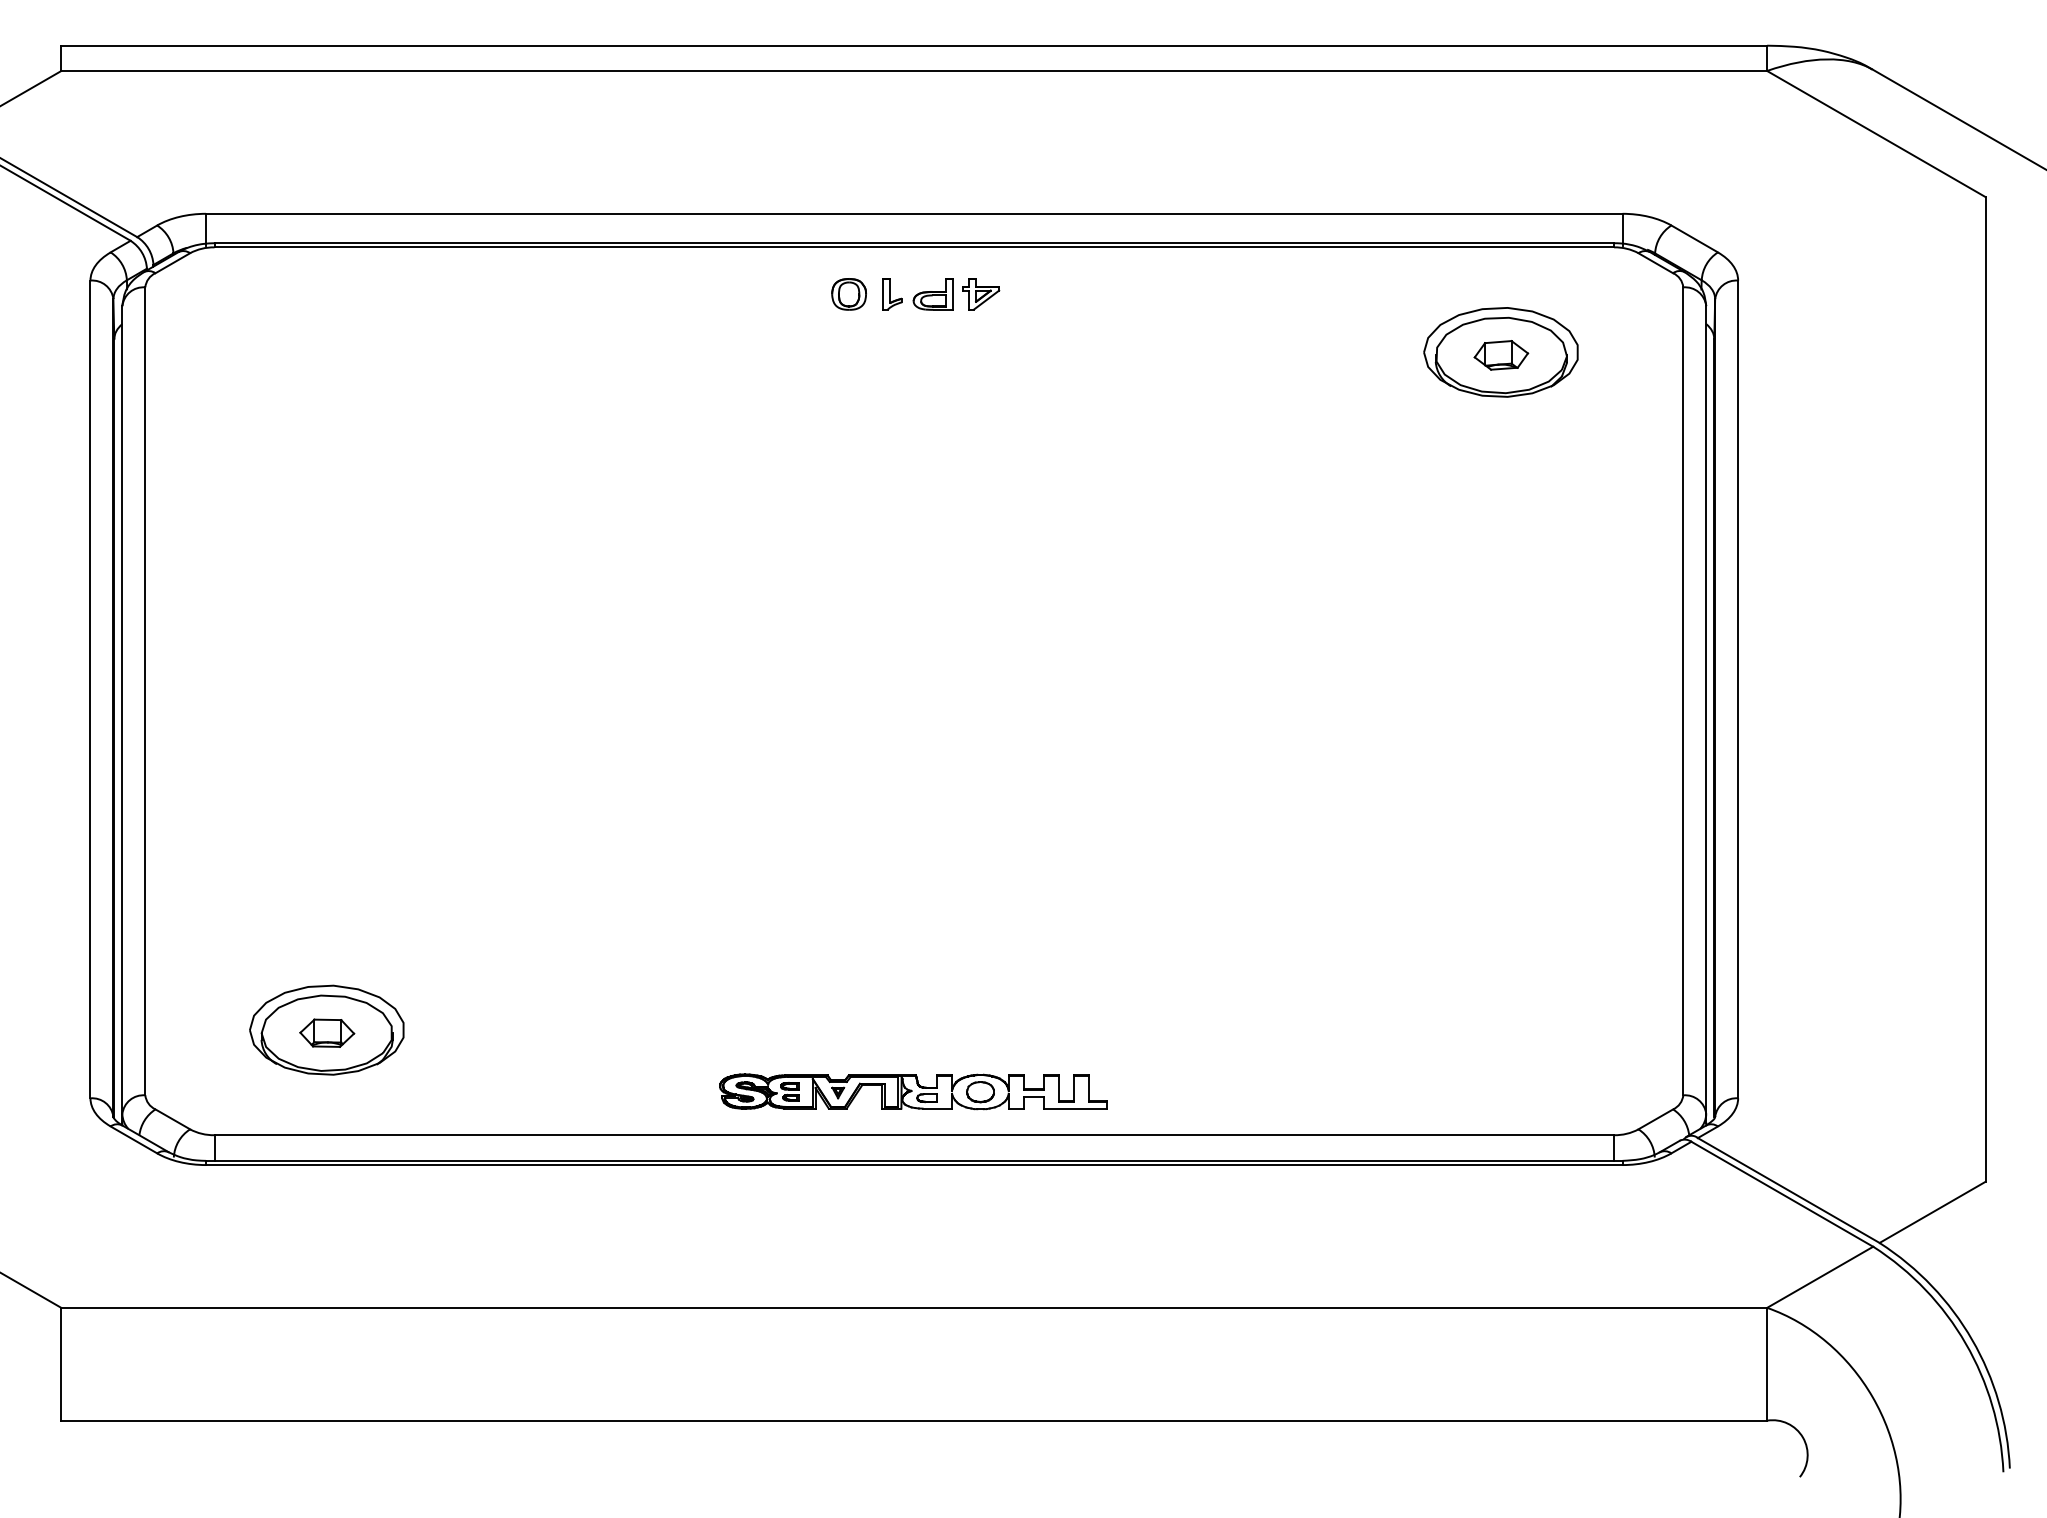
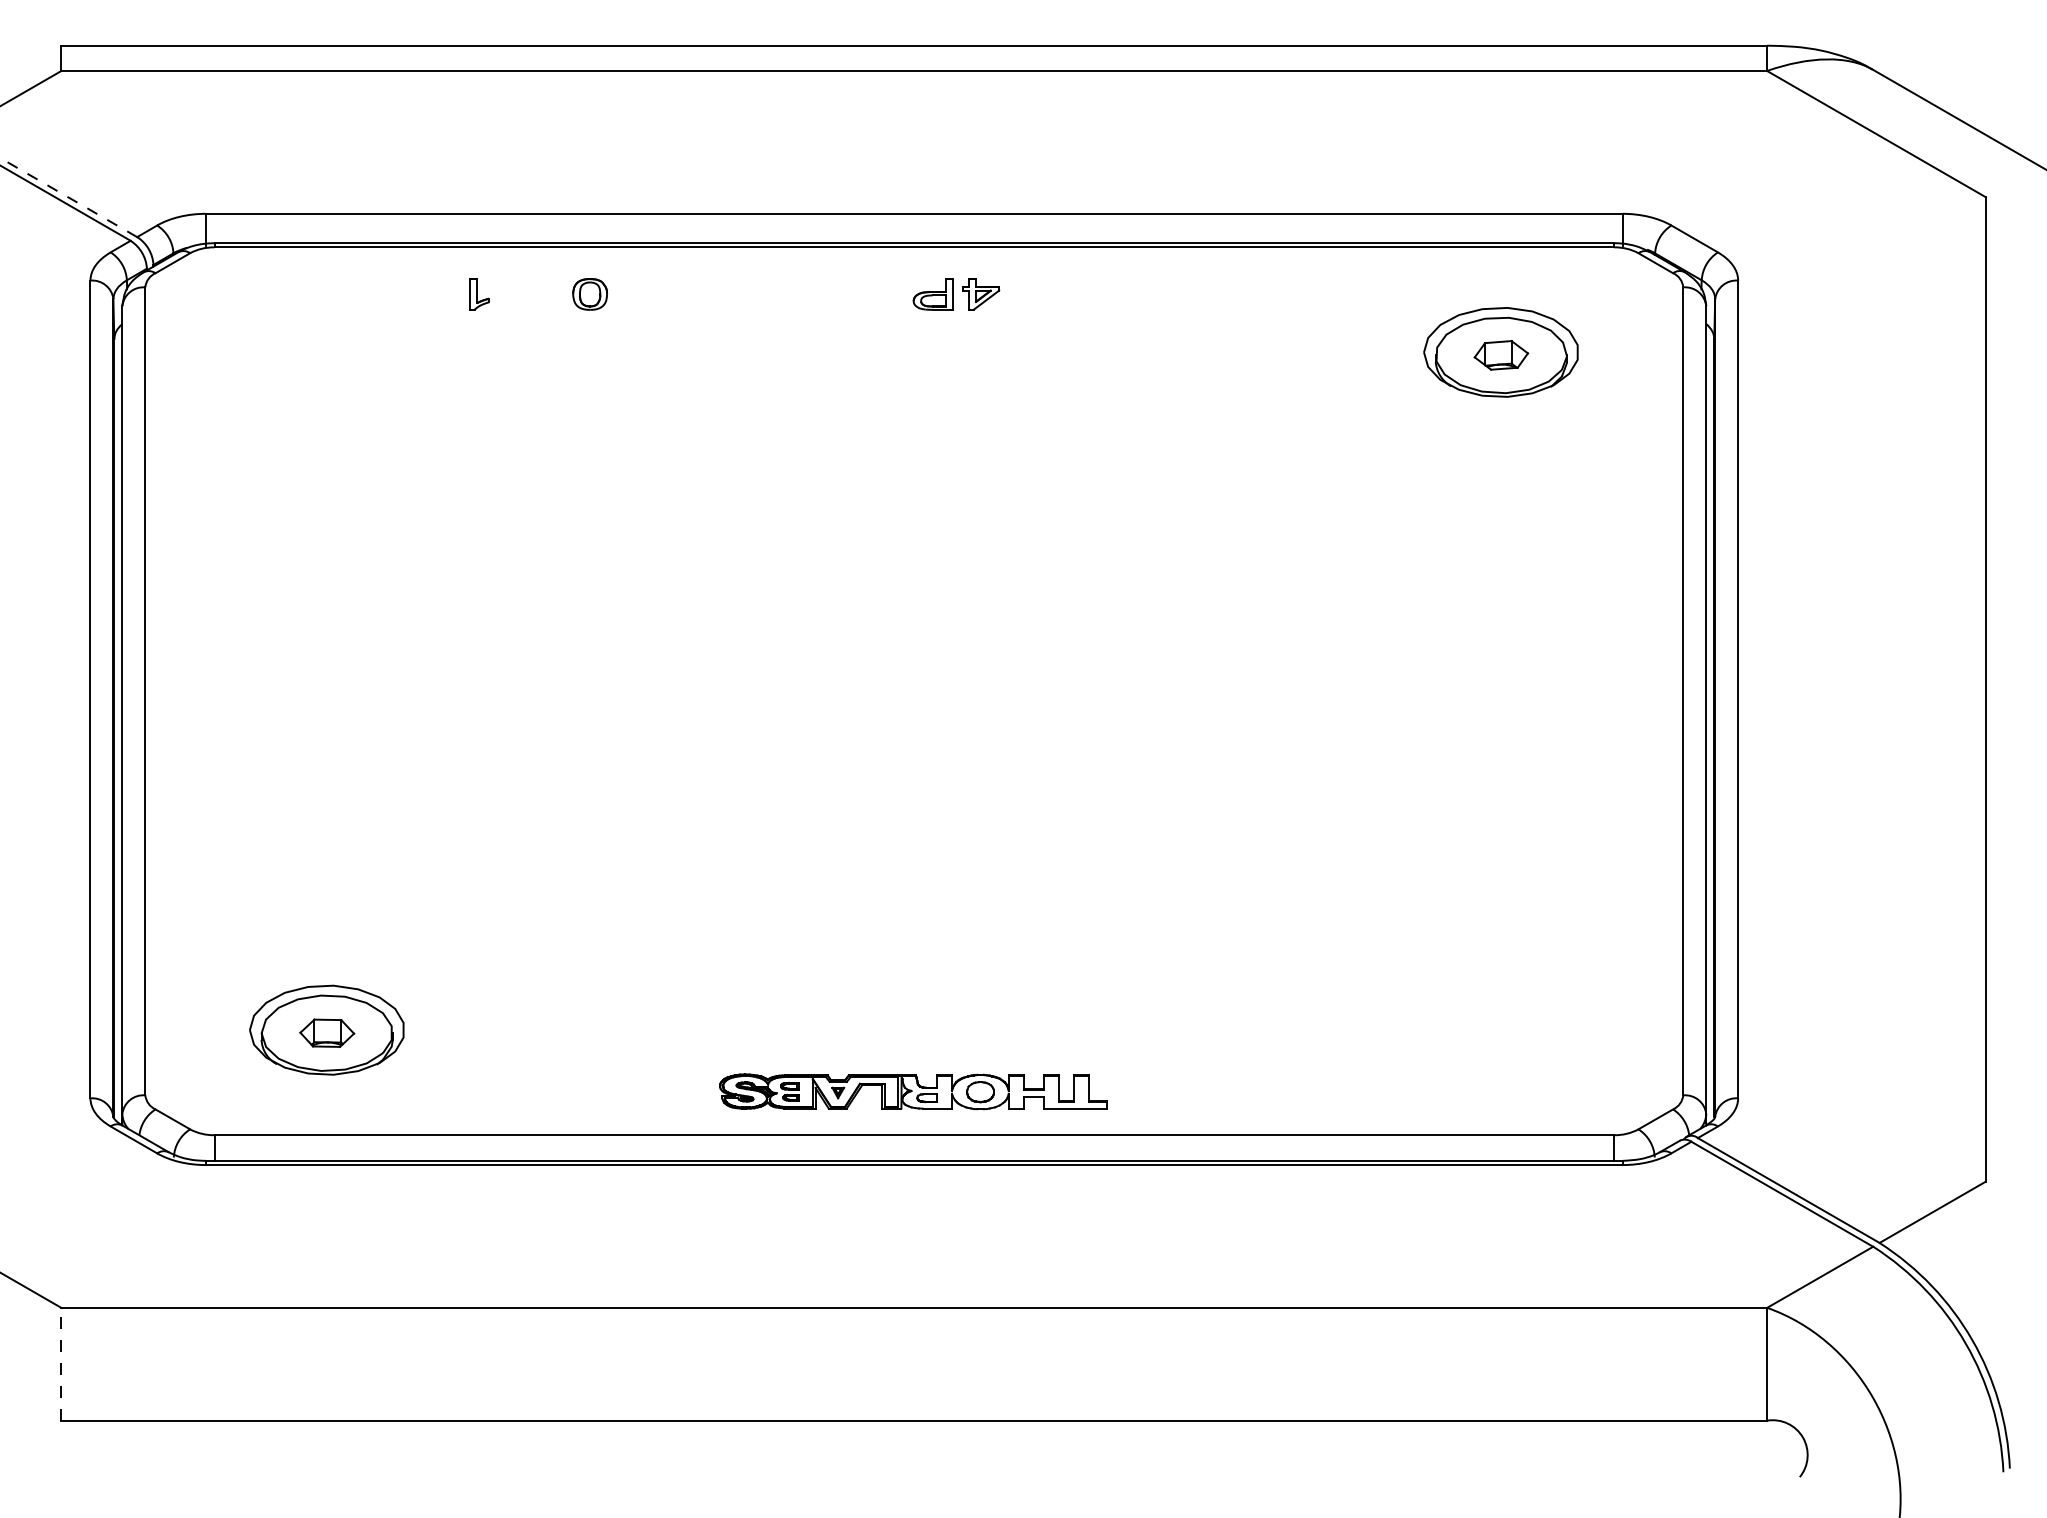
line at (68, 197): solid -> dashed
part at (848, 294) position: (848, 294) -> (589, 294)
part at (892, 294) position: (892, 294) -> (479, 294)
line at (61, 1363): solid -> dashed
